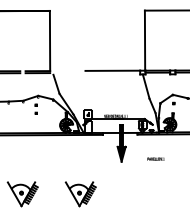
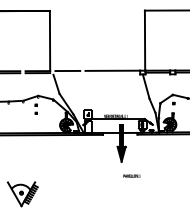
line at (67, 70): none -> present
text at (155, 158) position: (155, 158) -> (131, 175)
part at (80, 194): present -> none
